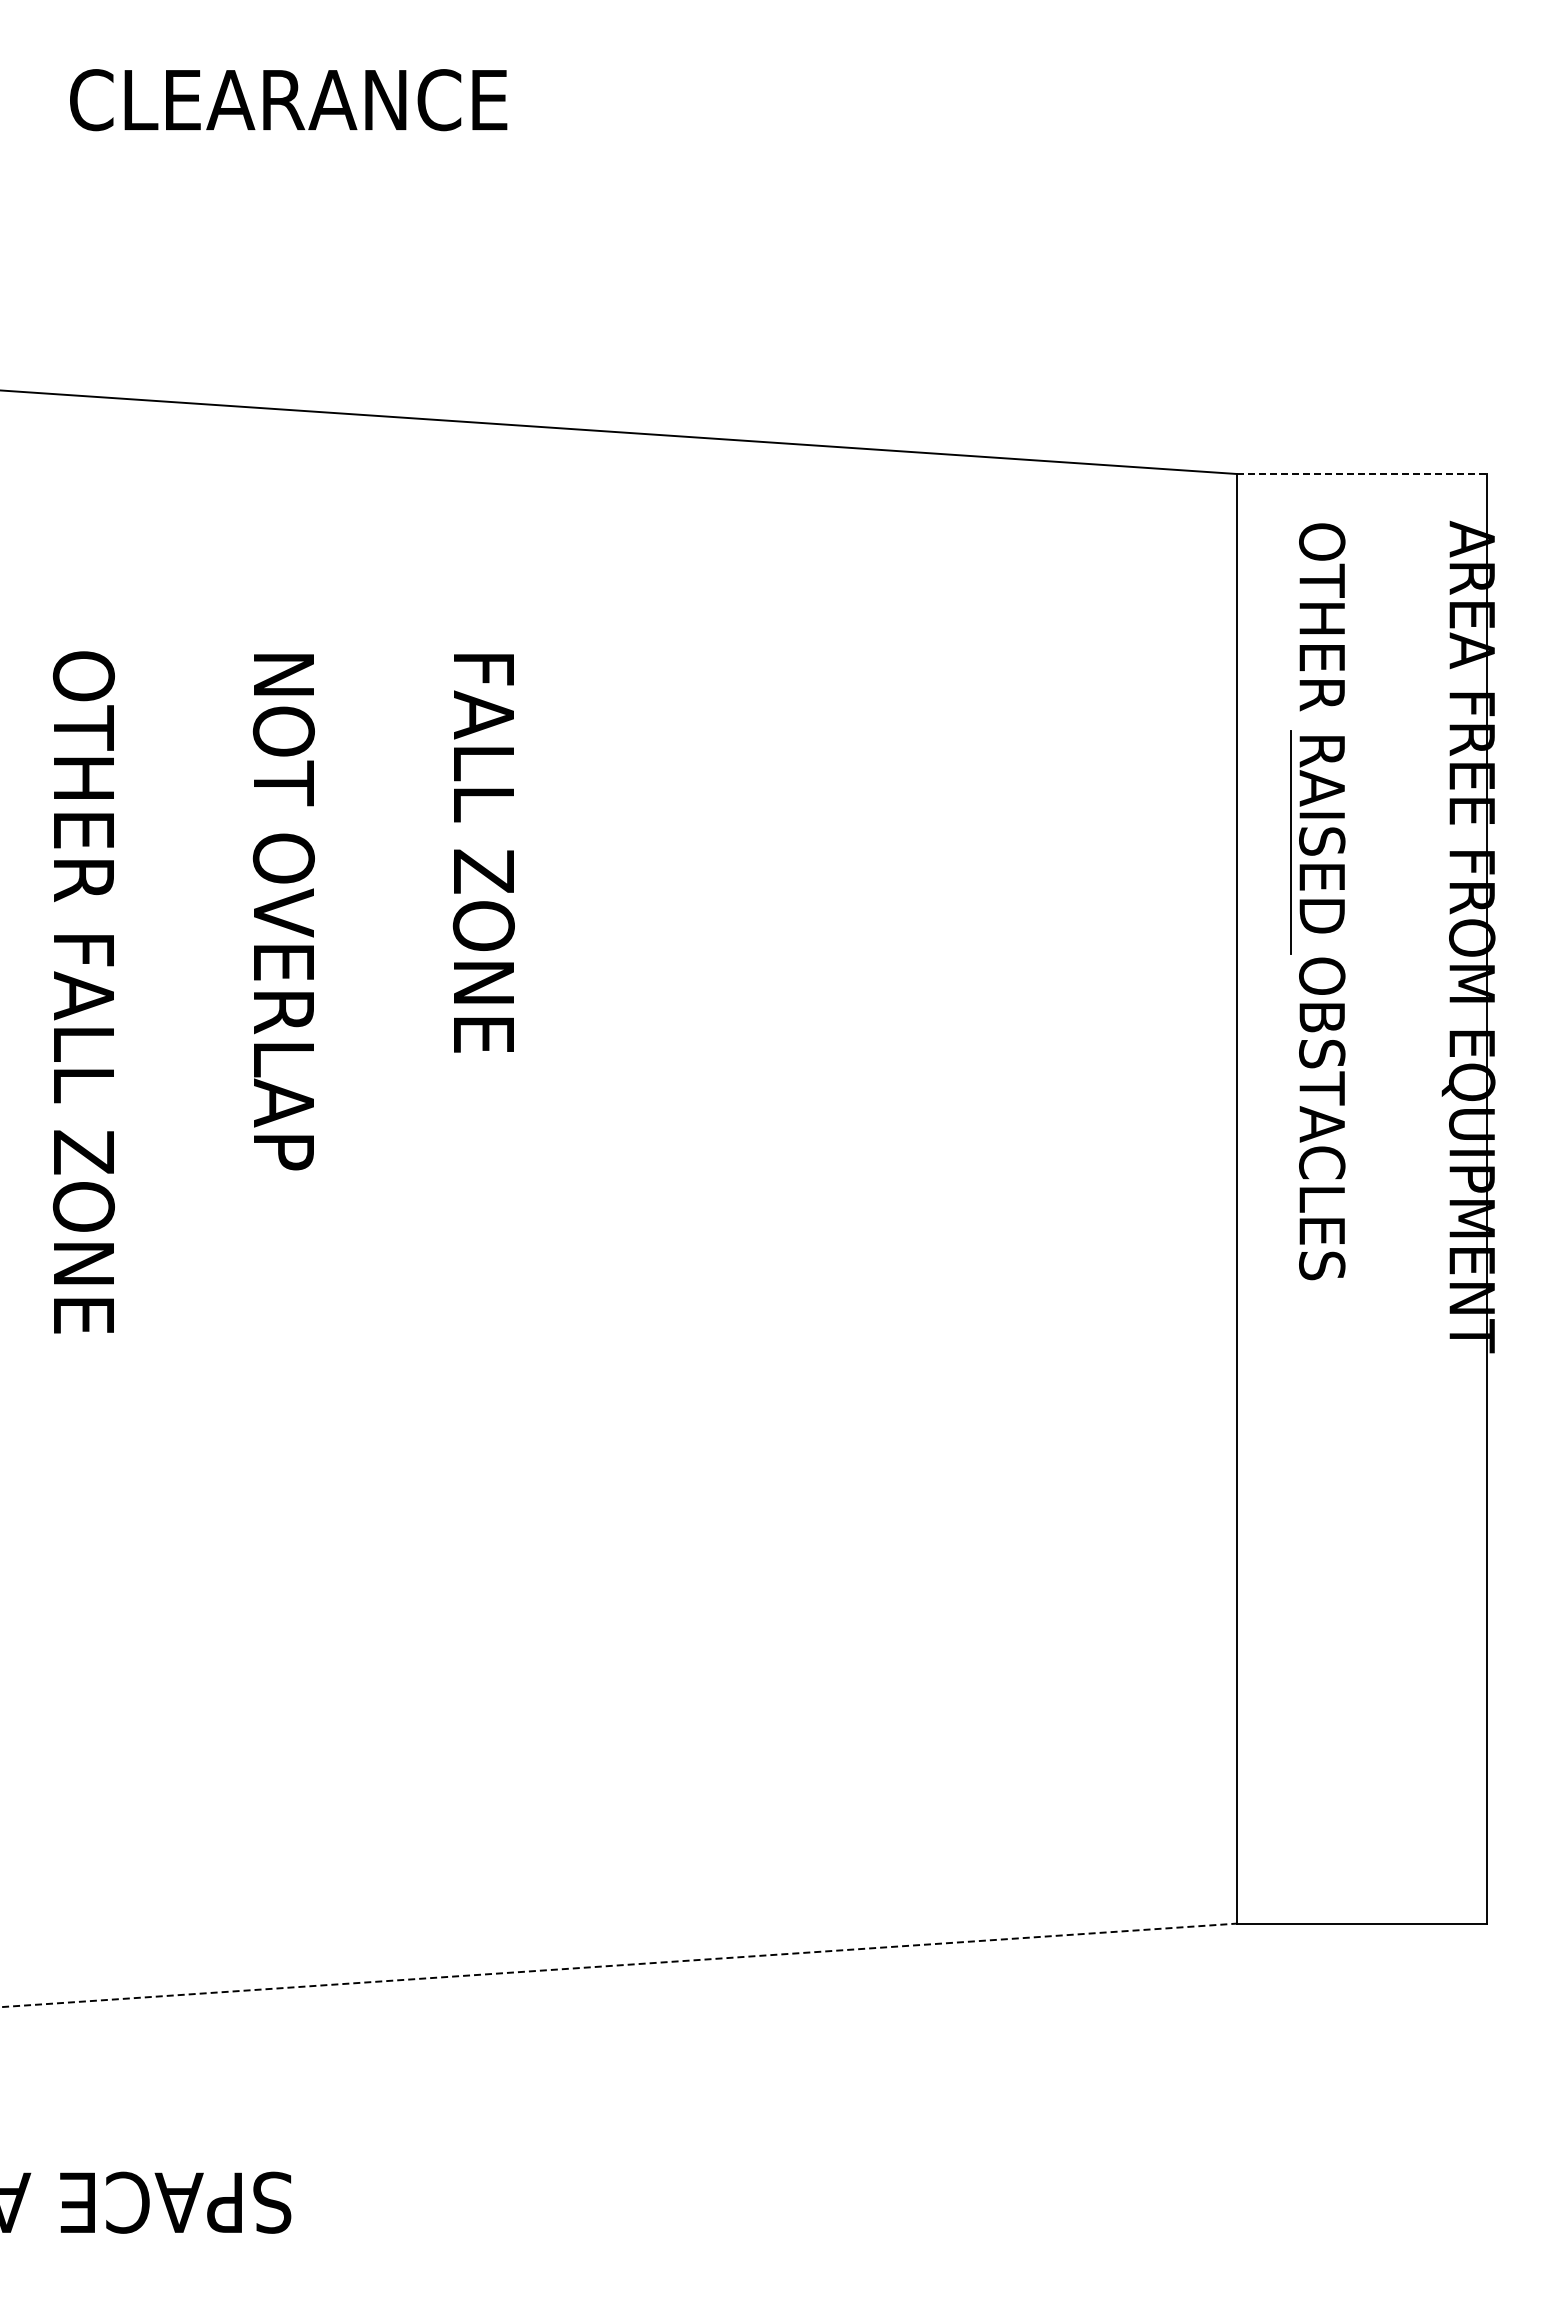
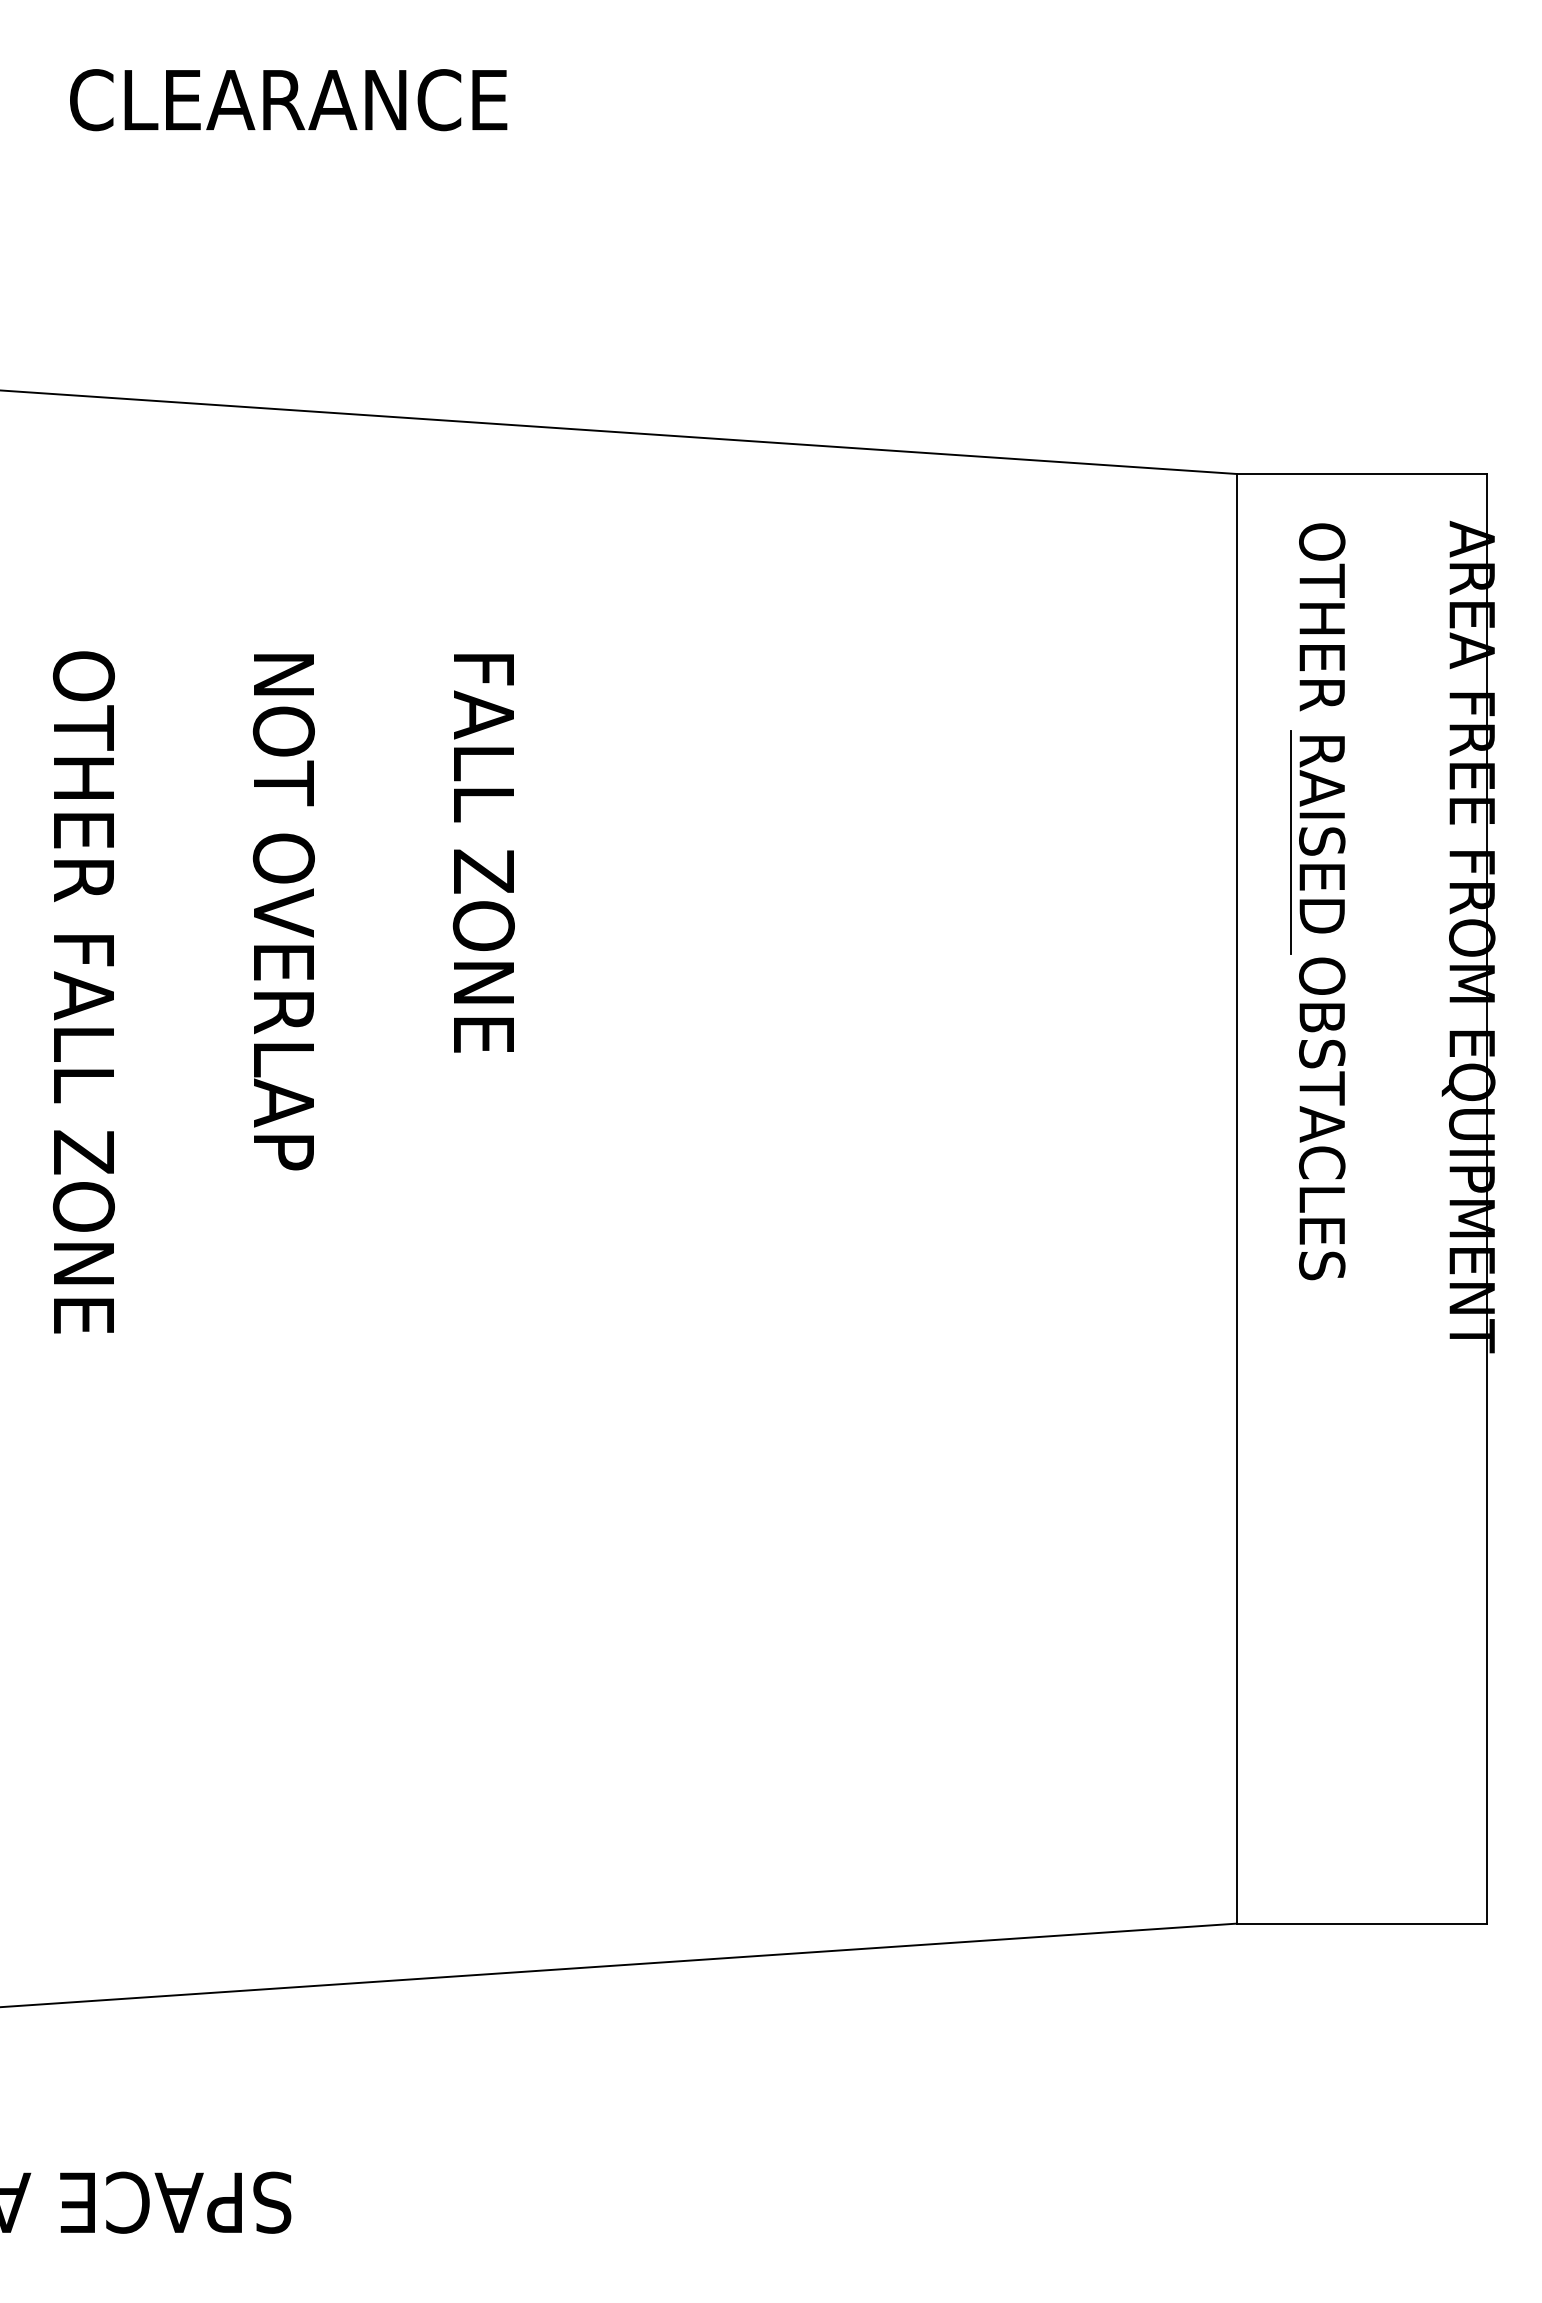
line at (1361, 474): dashed -> solid
line at (618, 1965): dashed -> solid
